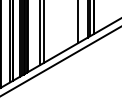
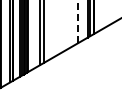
line at (78, 21): solid -> dashed
line at (60, 61): present -> none
